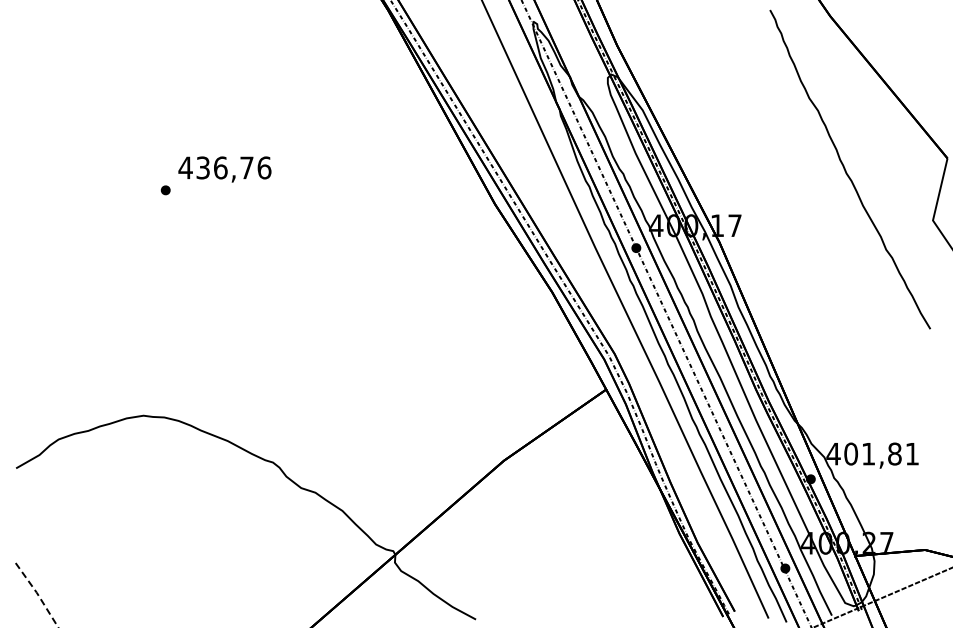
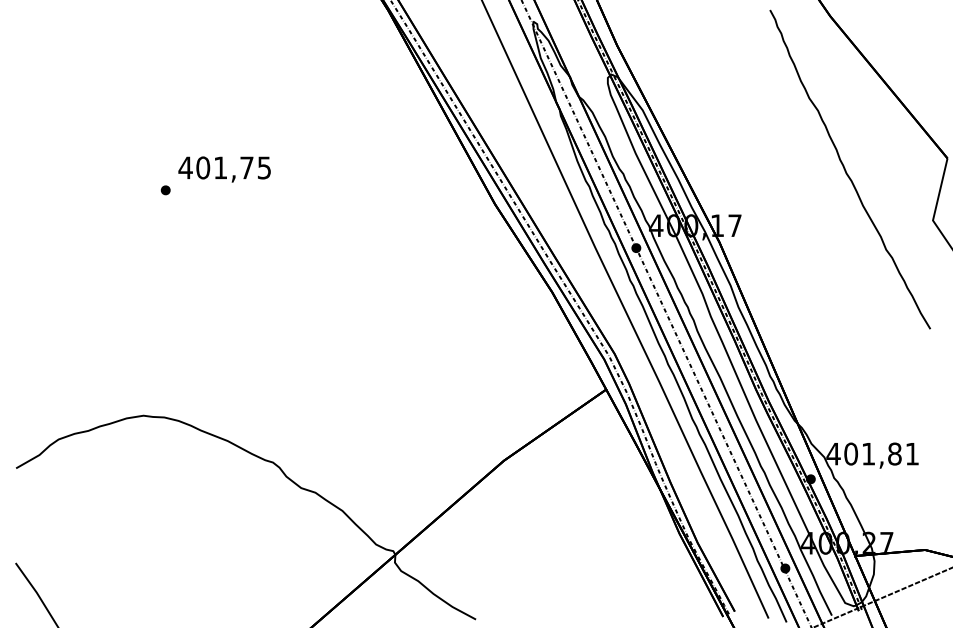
text at (233, 167): 436,76 -> 401,75
line at (37, 594): dashed -> solid
